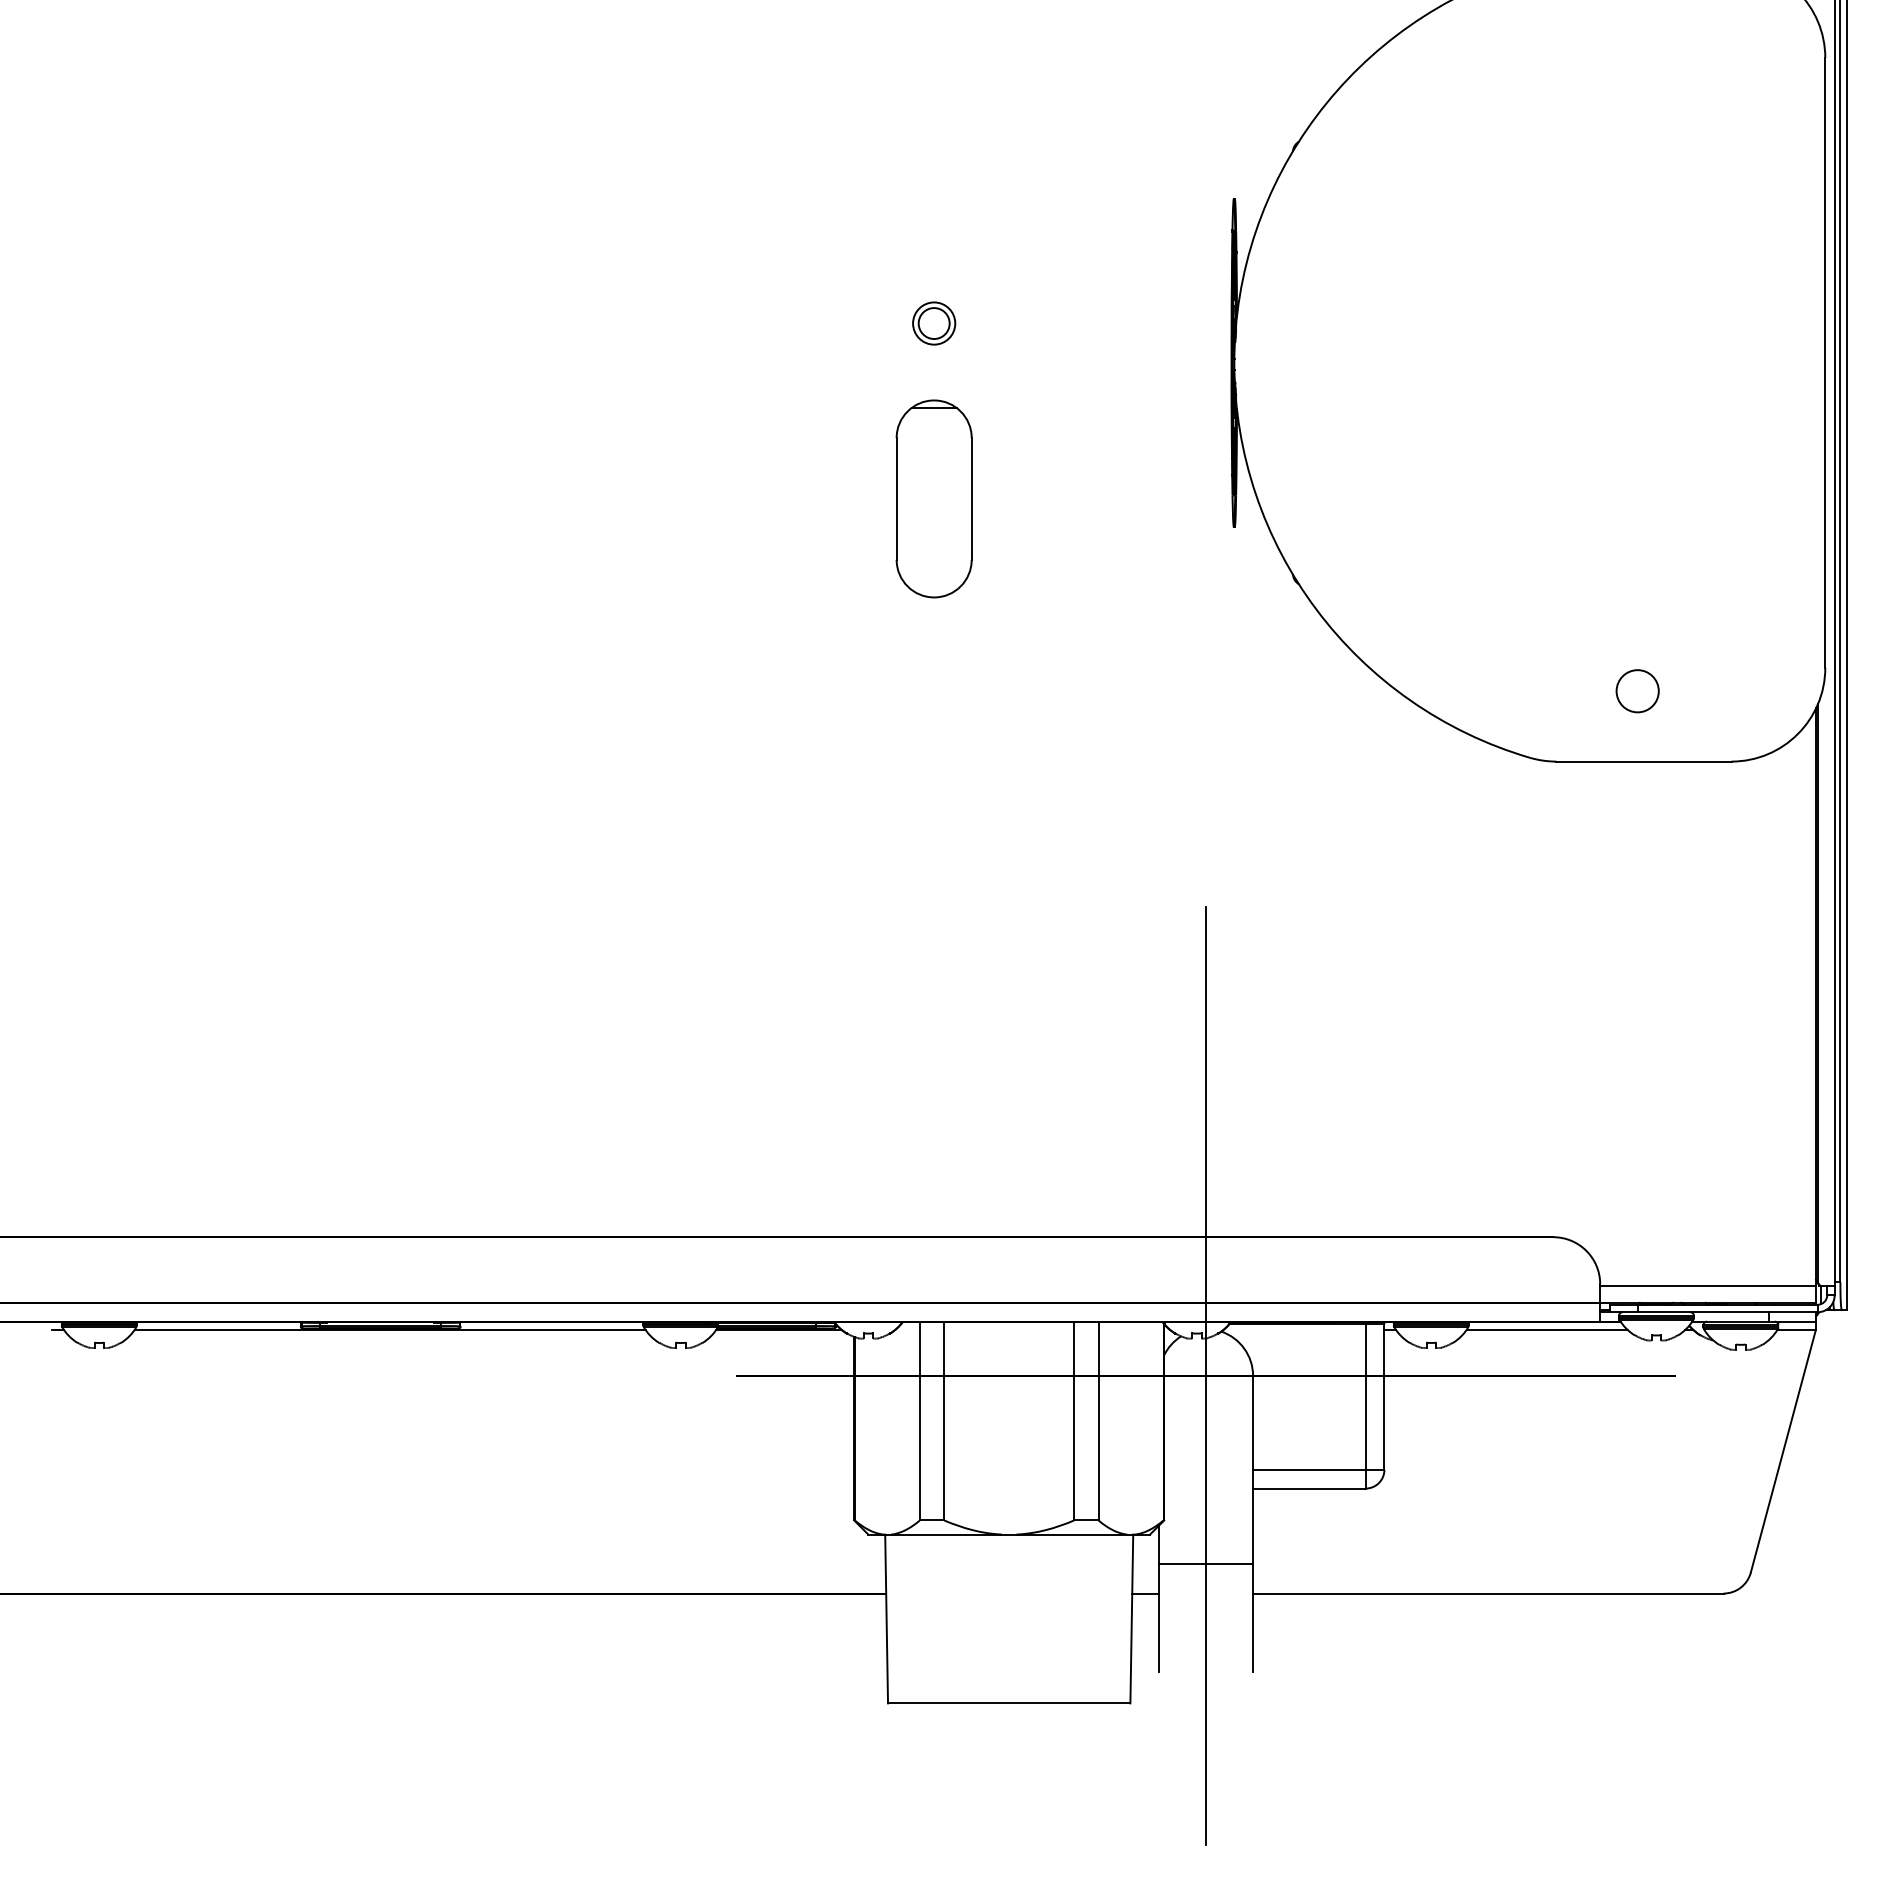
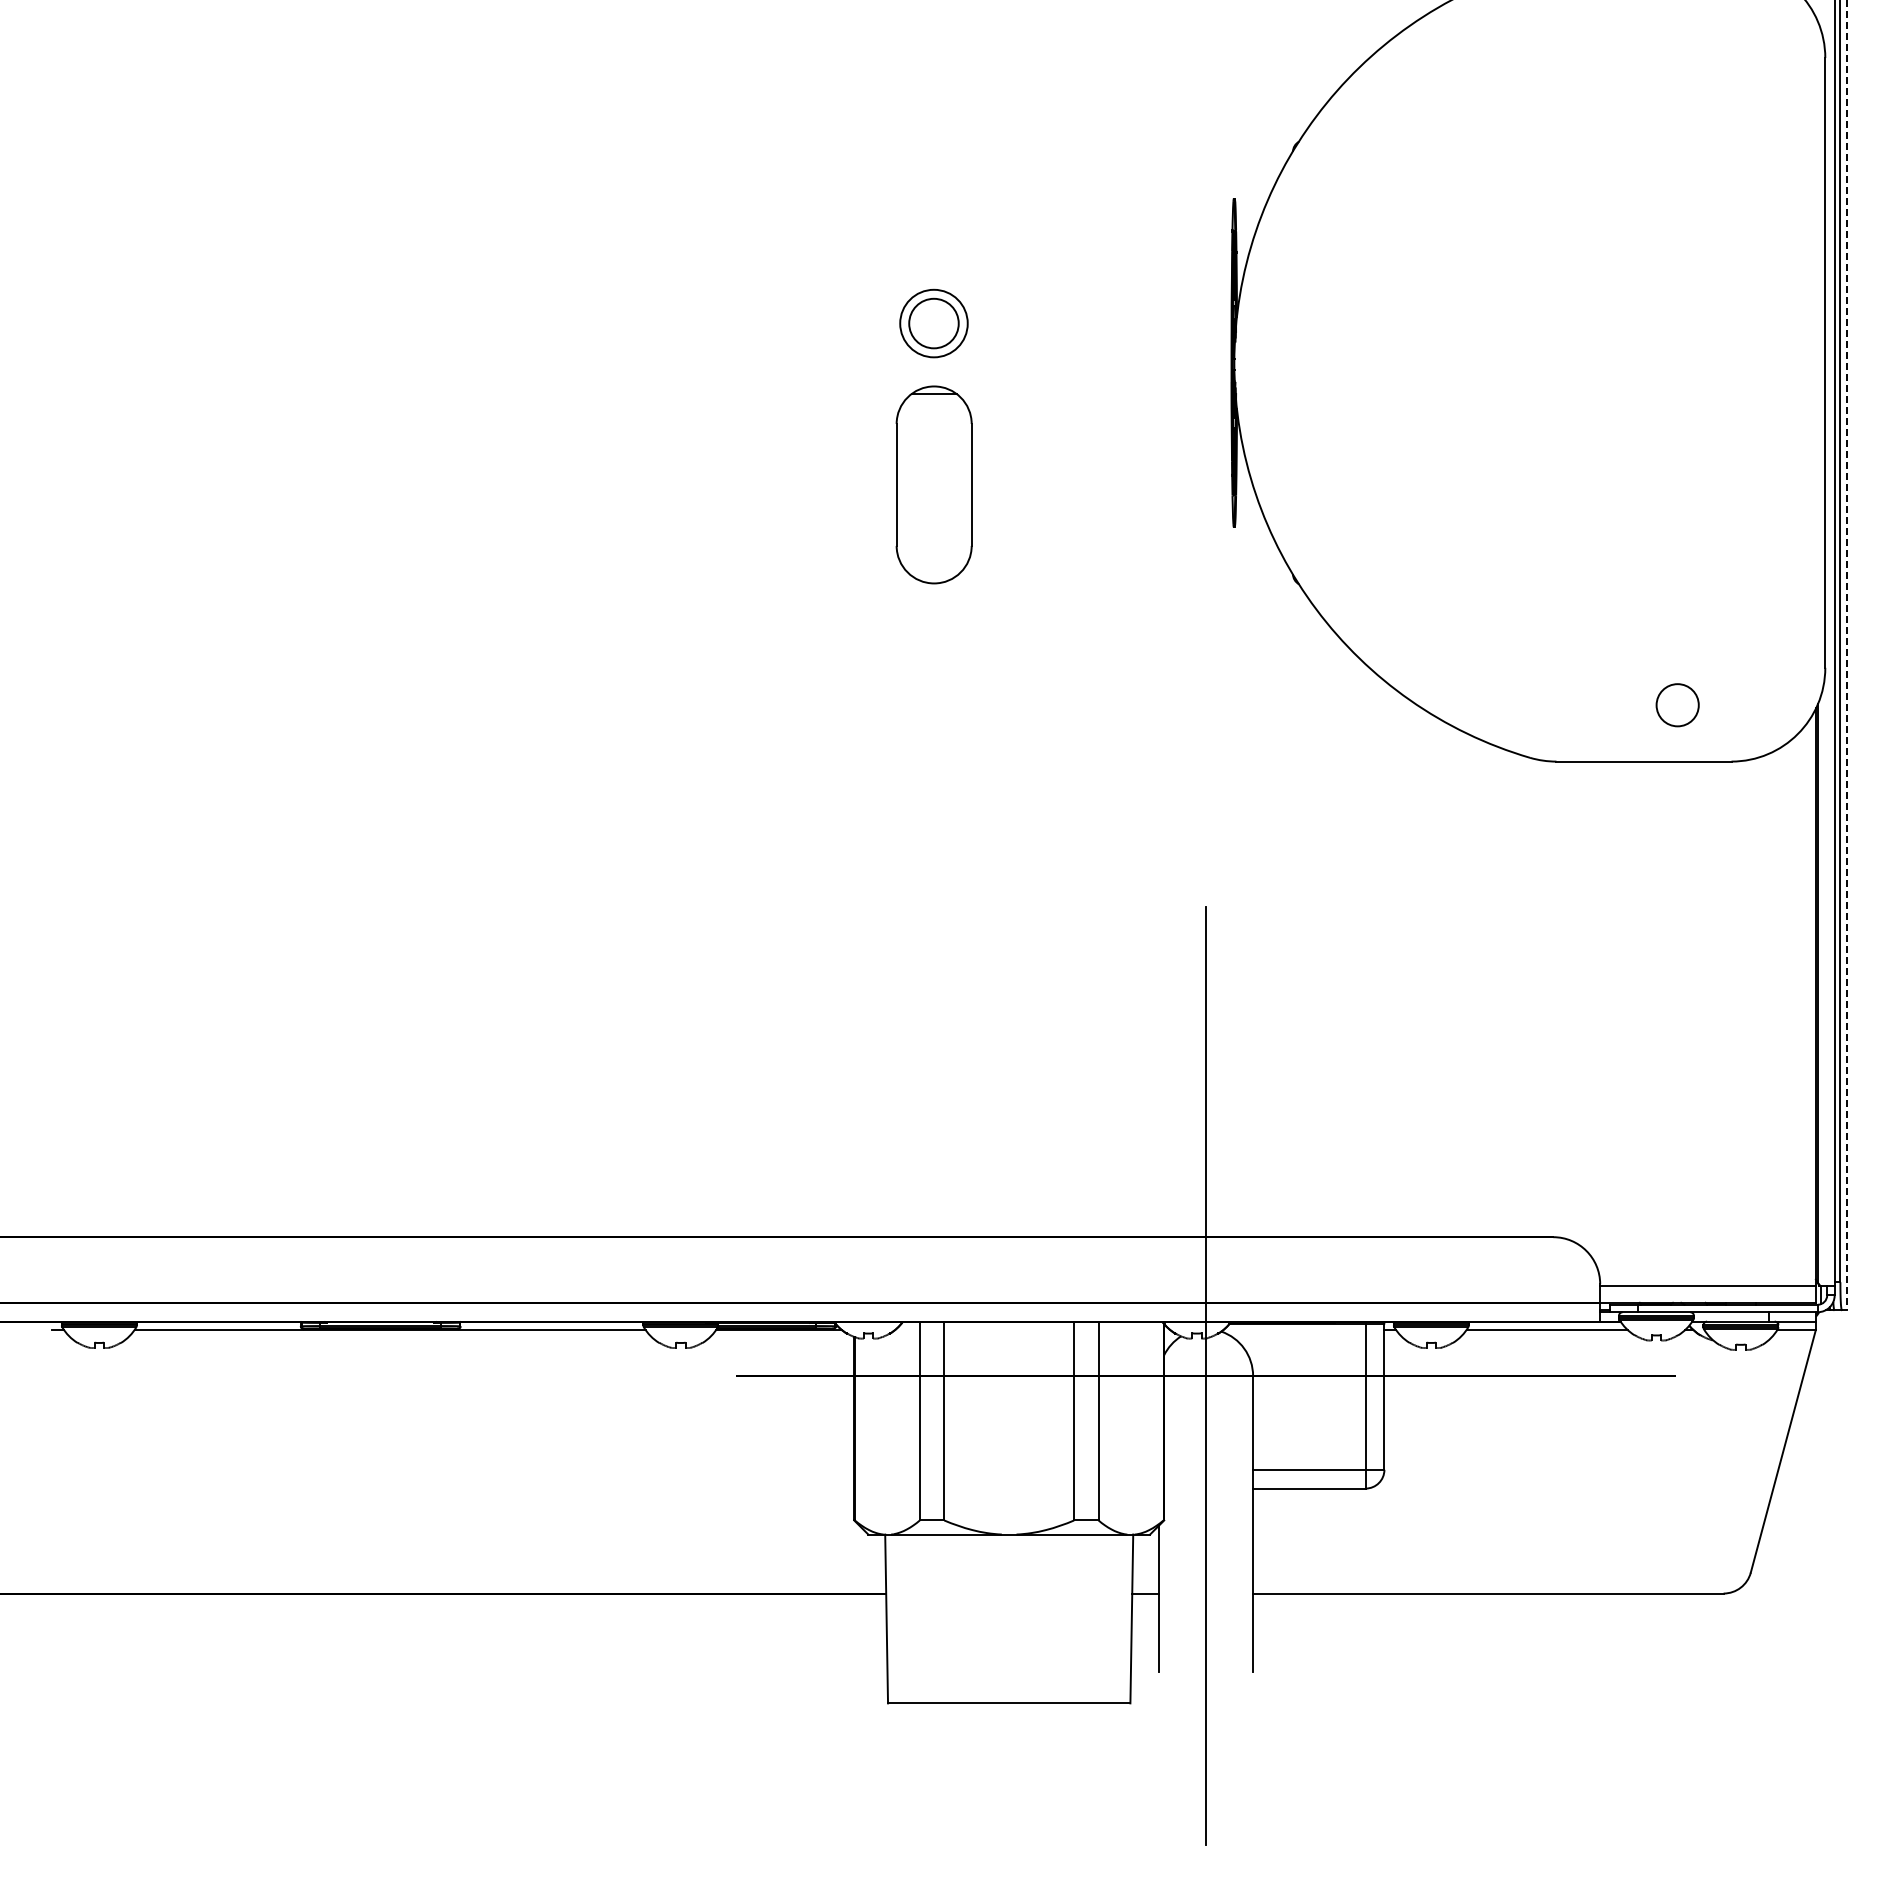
part at (934, 323) size: 45x45 px -> 70x71 px
part at (933, 498) position: (933, 498) -> (933, 484)
line at (1846, 655): solid -> dashed
circle at (1637, 691) position: (1637, 691) -> (1677, 705)
line at (1206, 1563): present -> none
